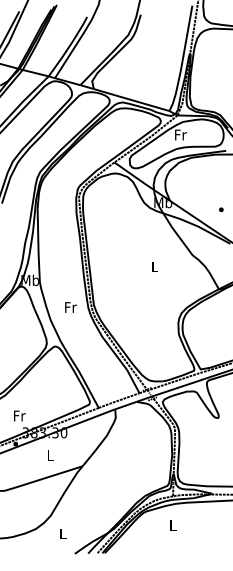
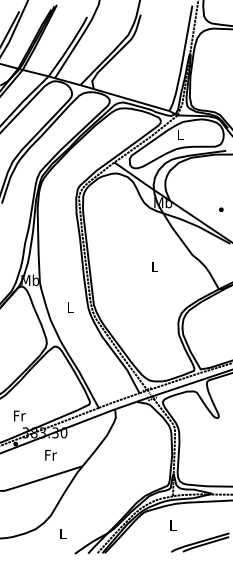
text at (180, 134): Fr -> L
text at (70, 307): Fr -> L
text at (50, 455): L -> Fr
part at (200, 542): none -> present
